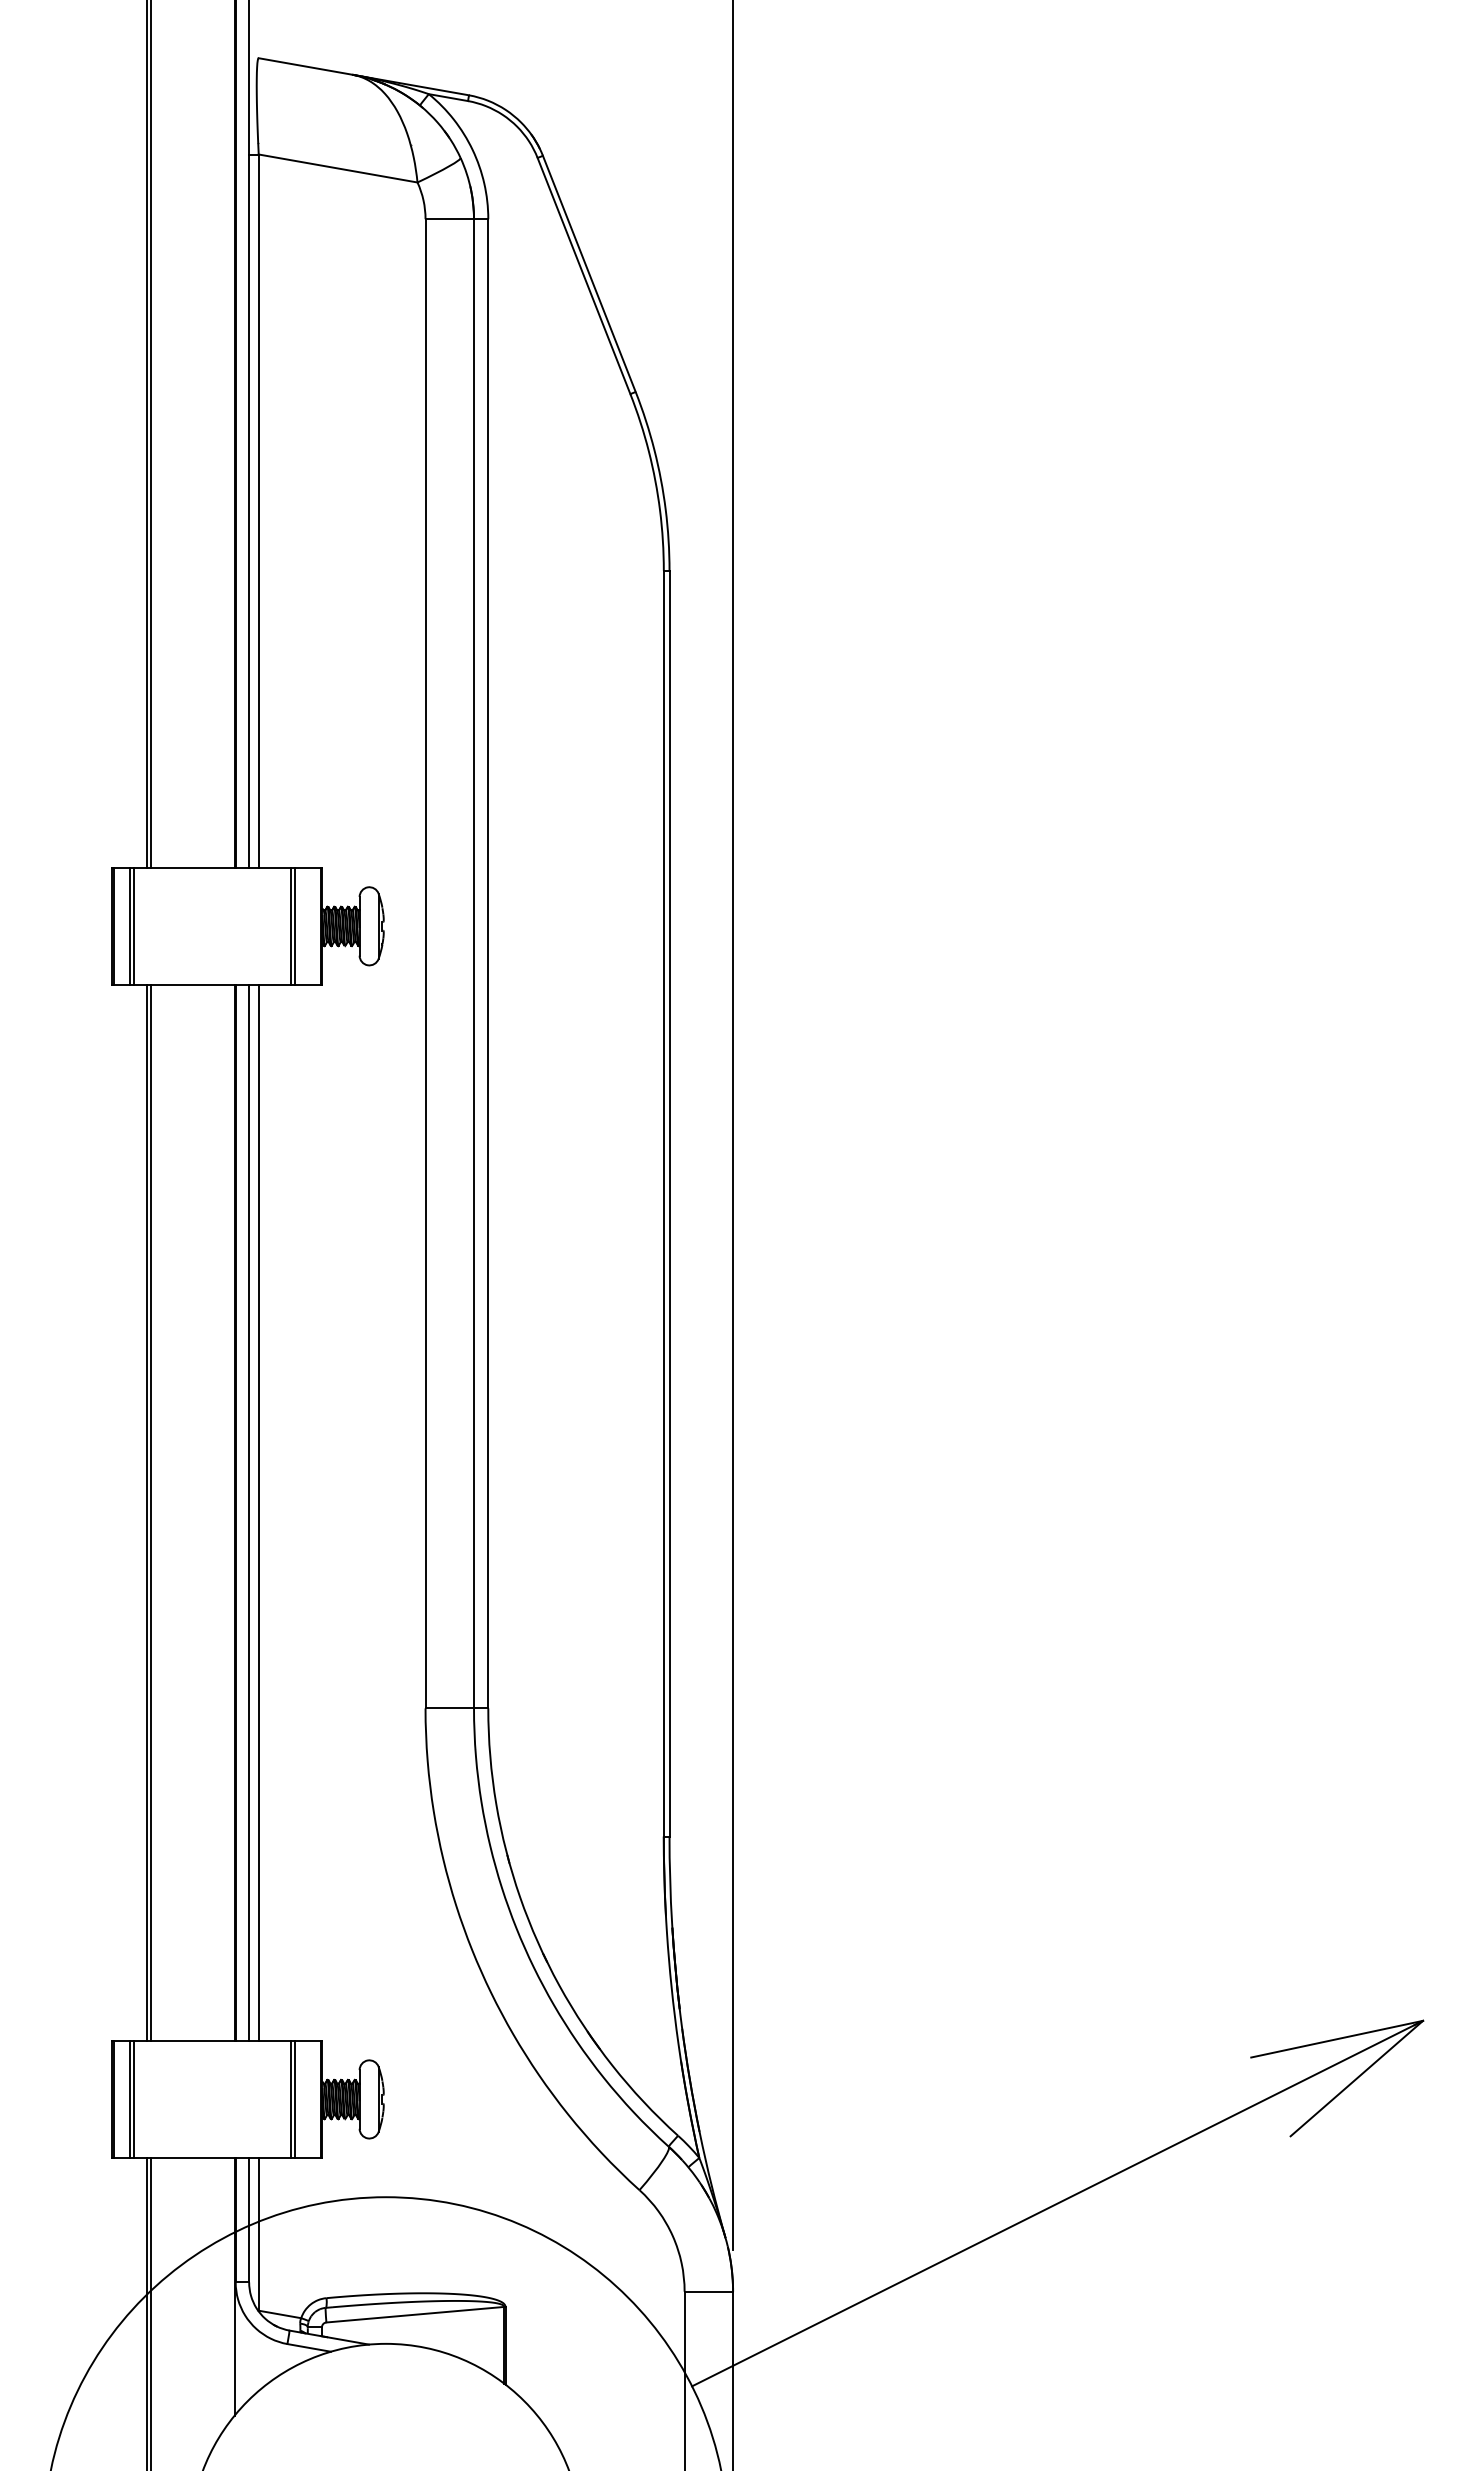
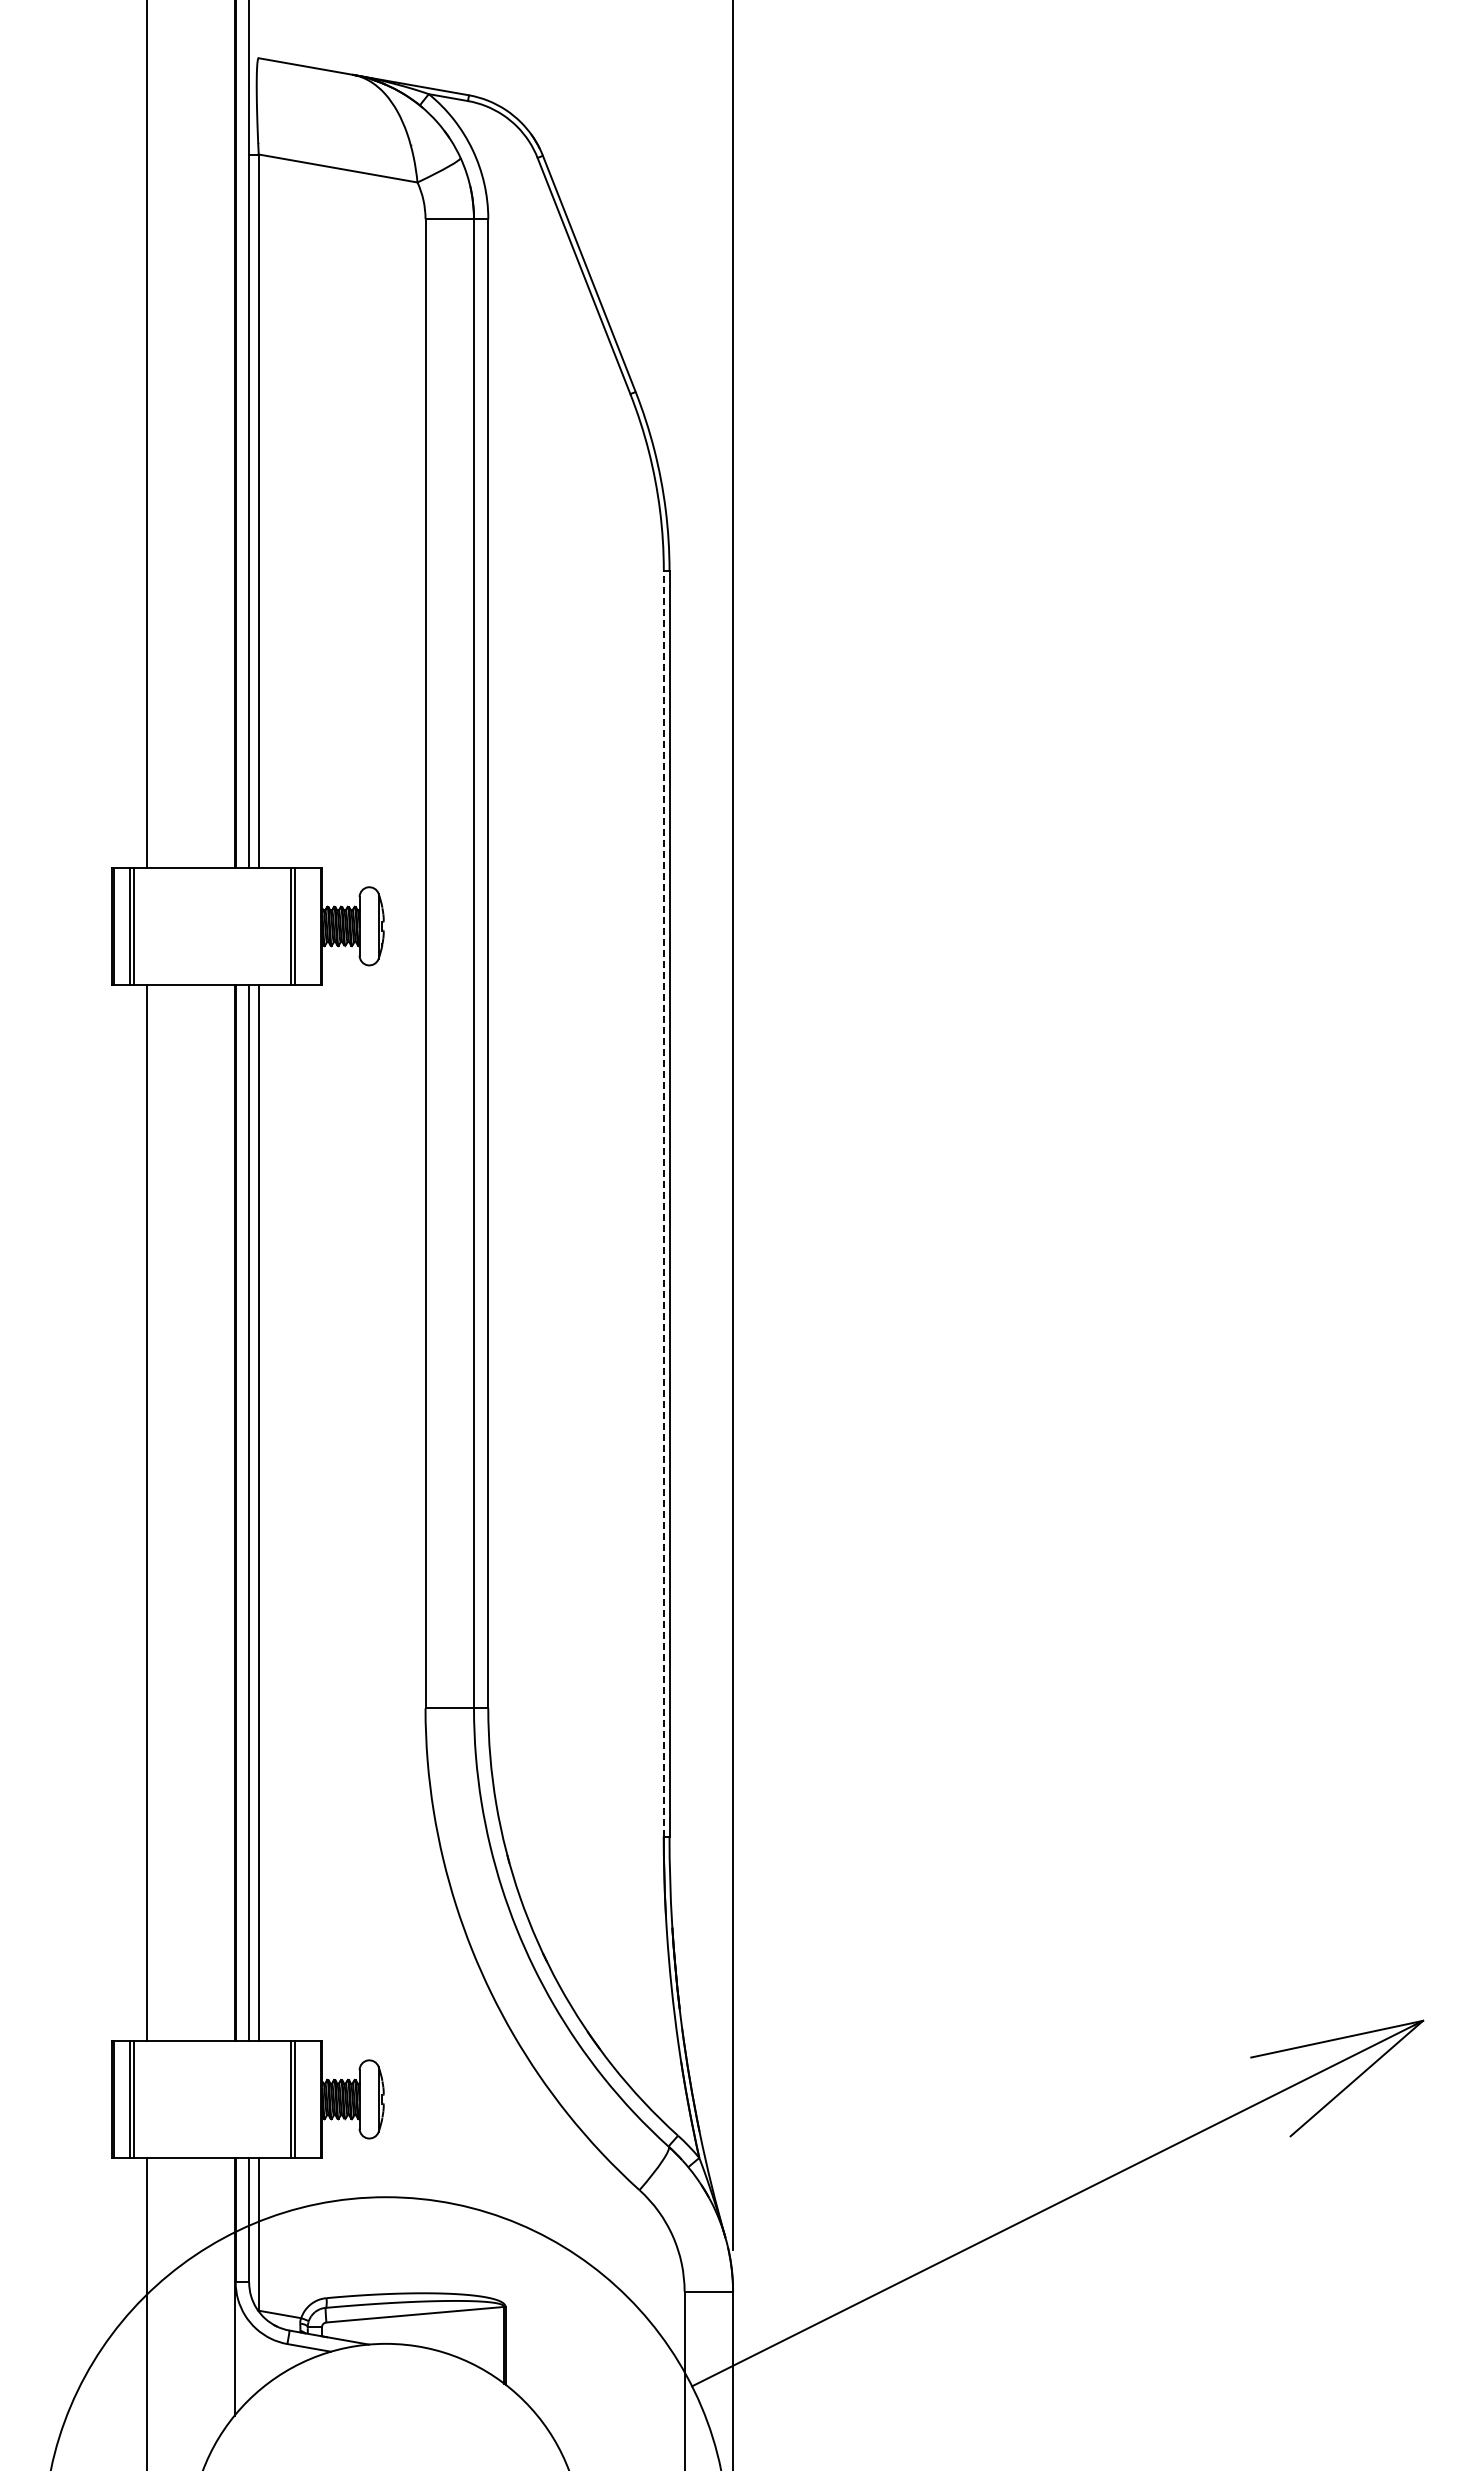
line at (151, 434): present -> none
line at (663, 1203): solid -> dashed
line at (151, 1512): present -> none
line at (151, 2312): present -> none
